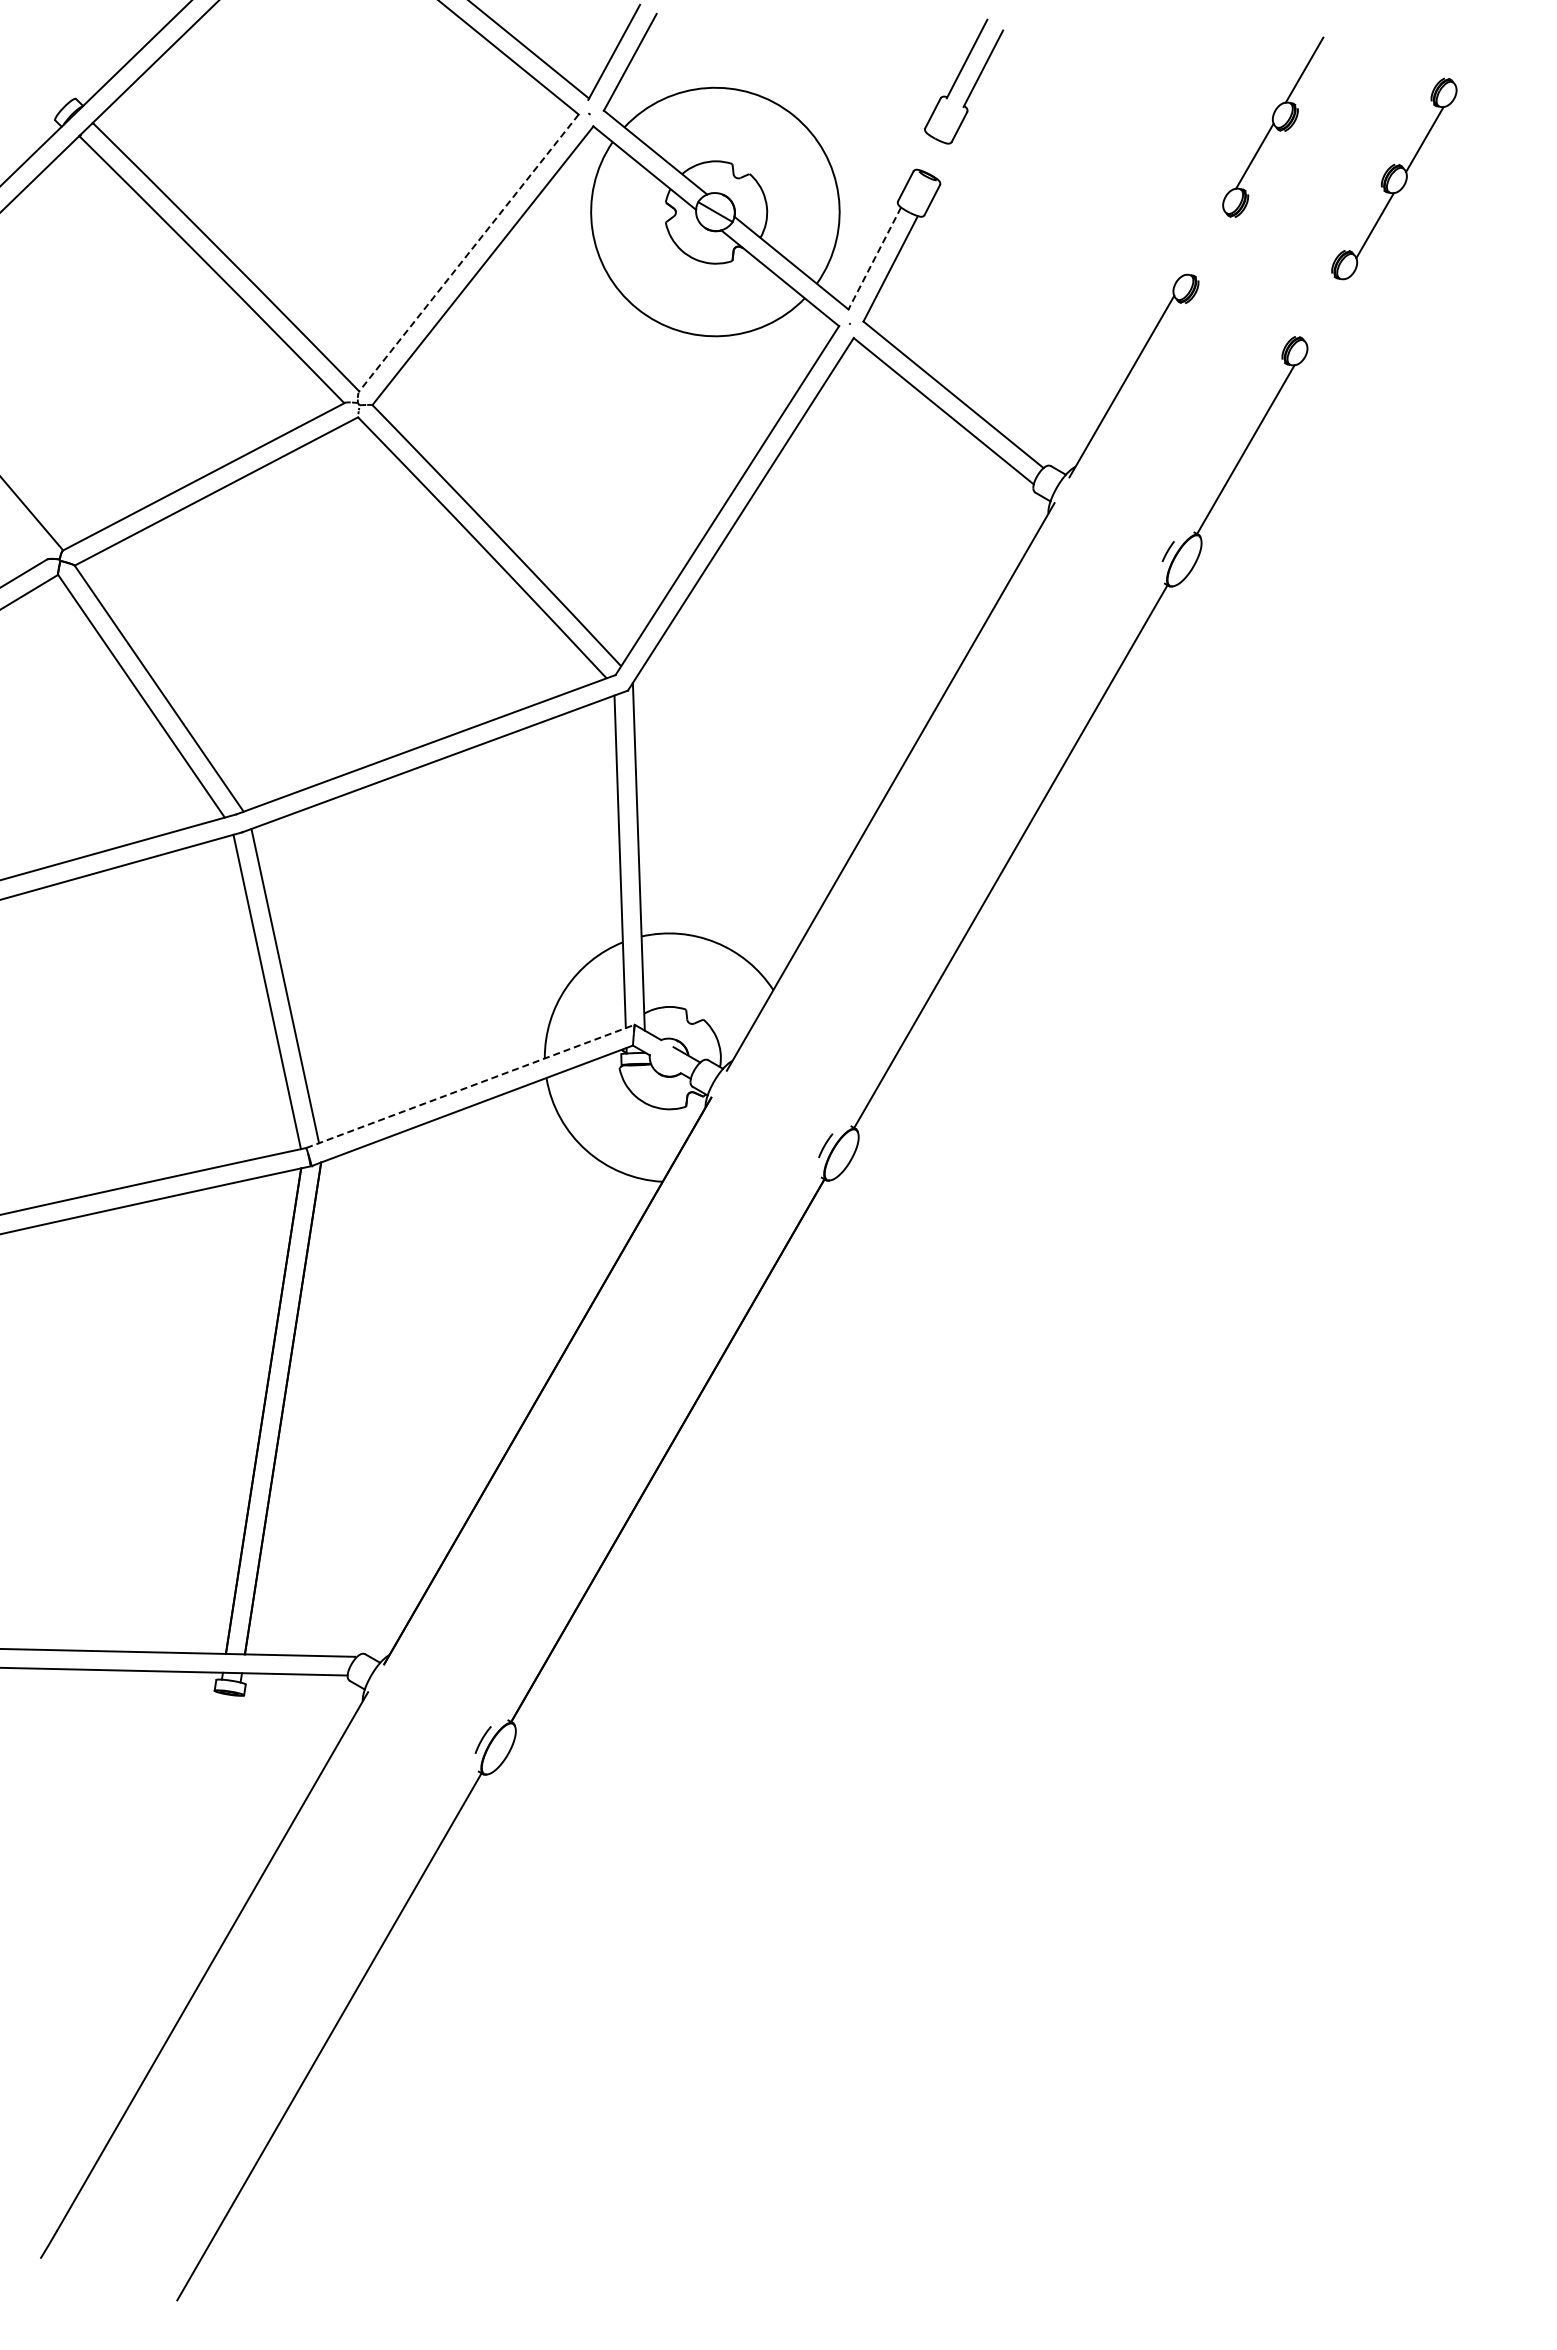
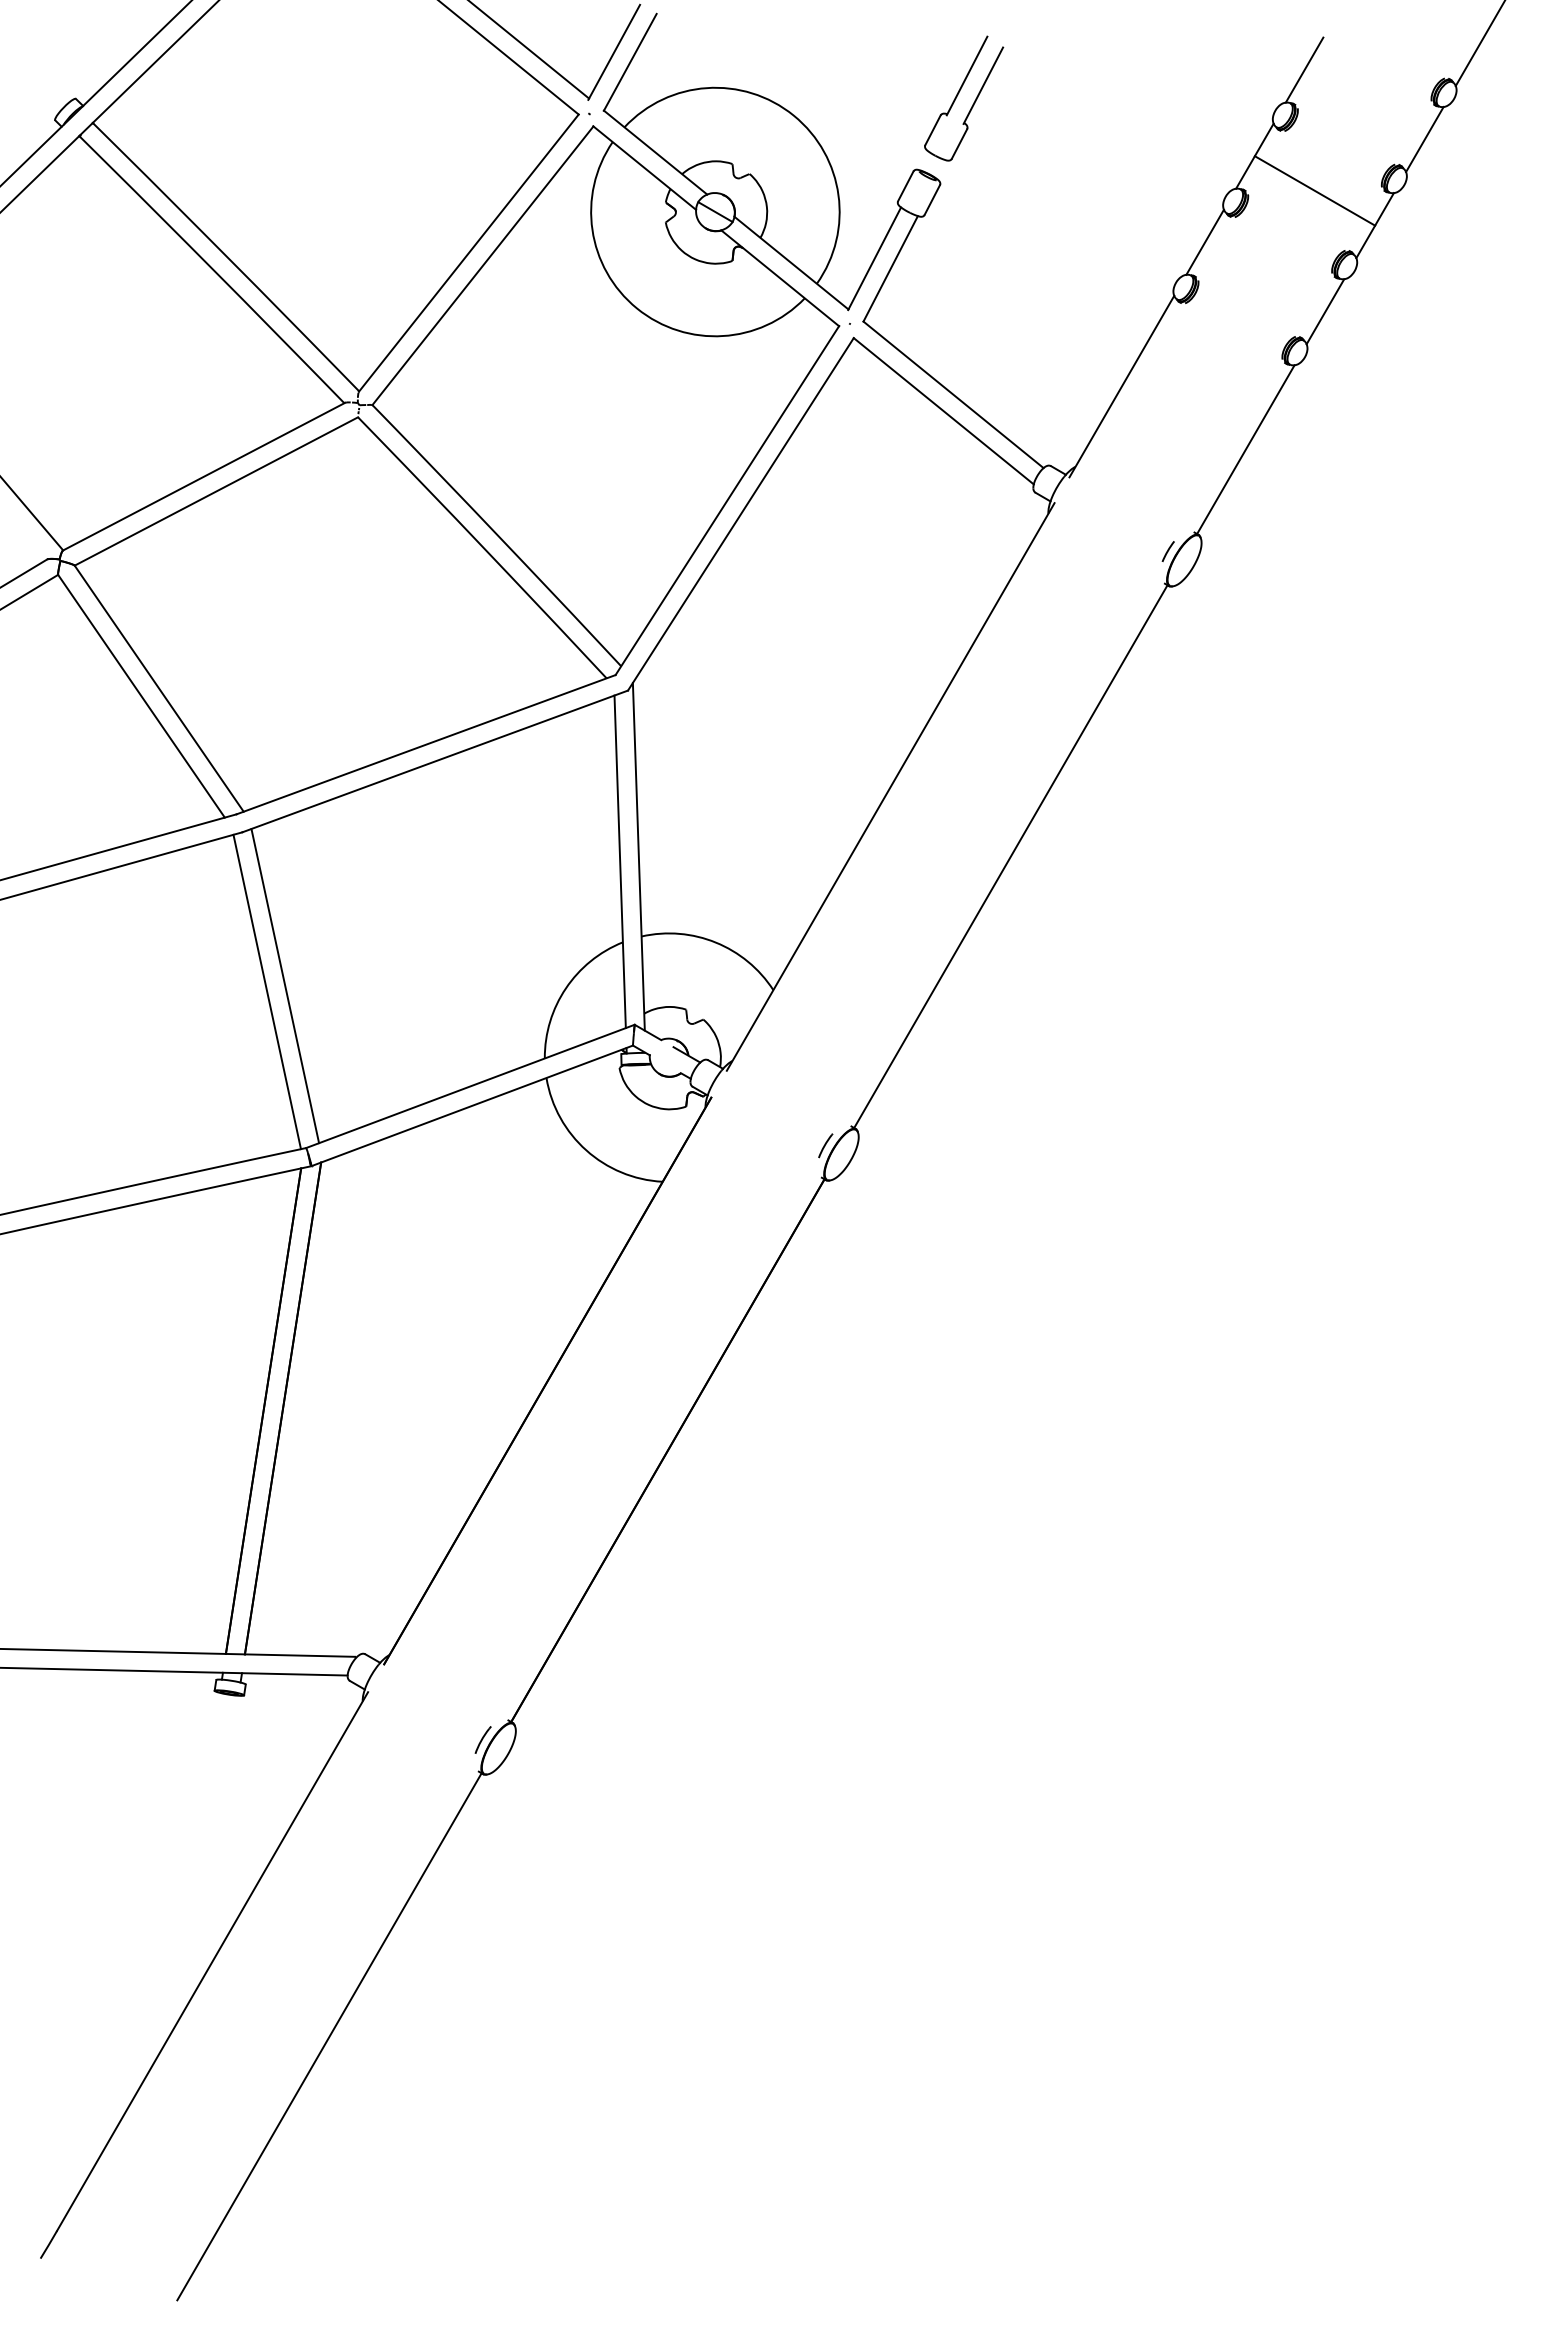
line at (1479, 44): none -> present
part at (958, 78) position: (958, 78) -> (958, 95)
line at (1314, 190): none -> present
line at (1204, 241): none -> present
line at (468, 253): dashed -> solid
line at (874, 258): dashed -> solid
line at (1325, 311): none -> present
line at (470, 1086): dashed -> solid
